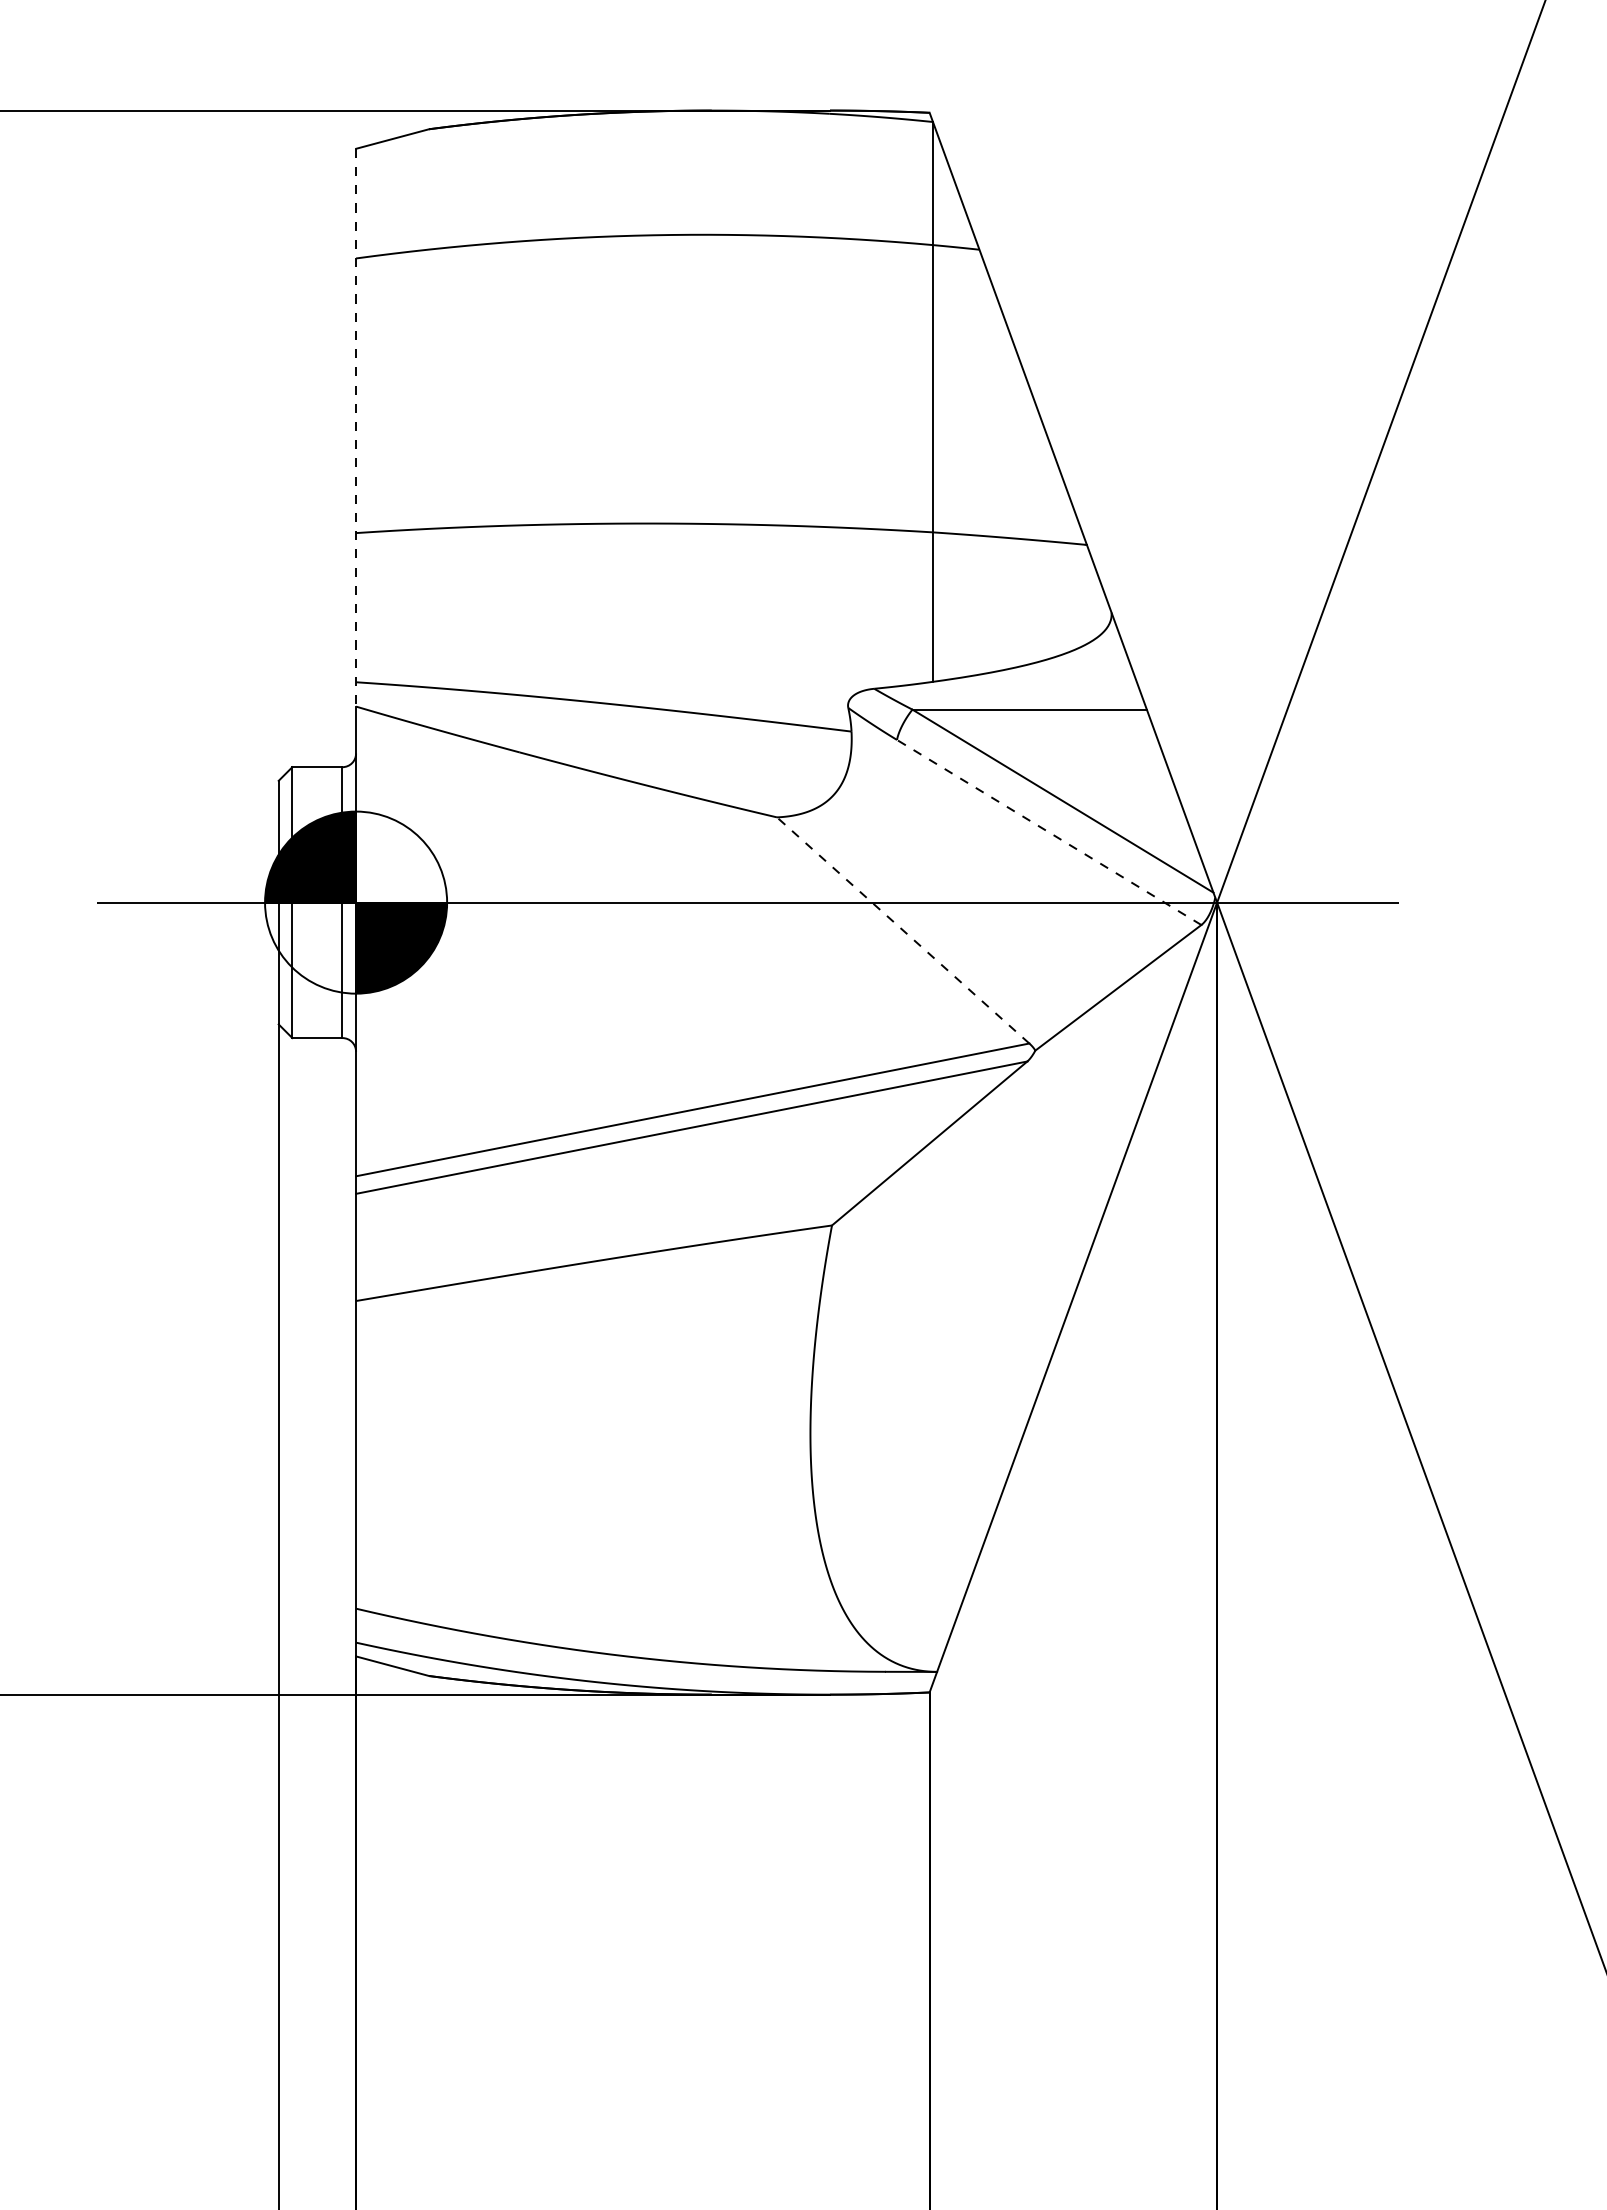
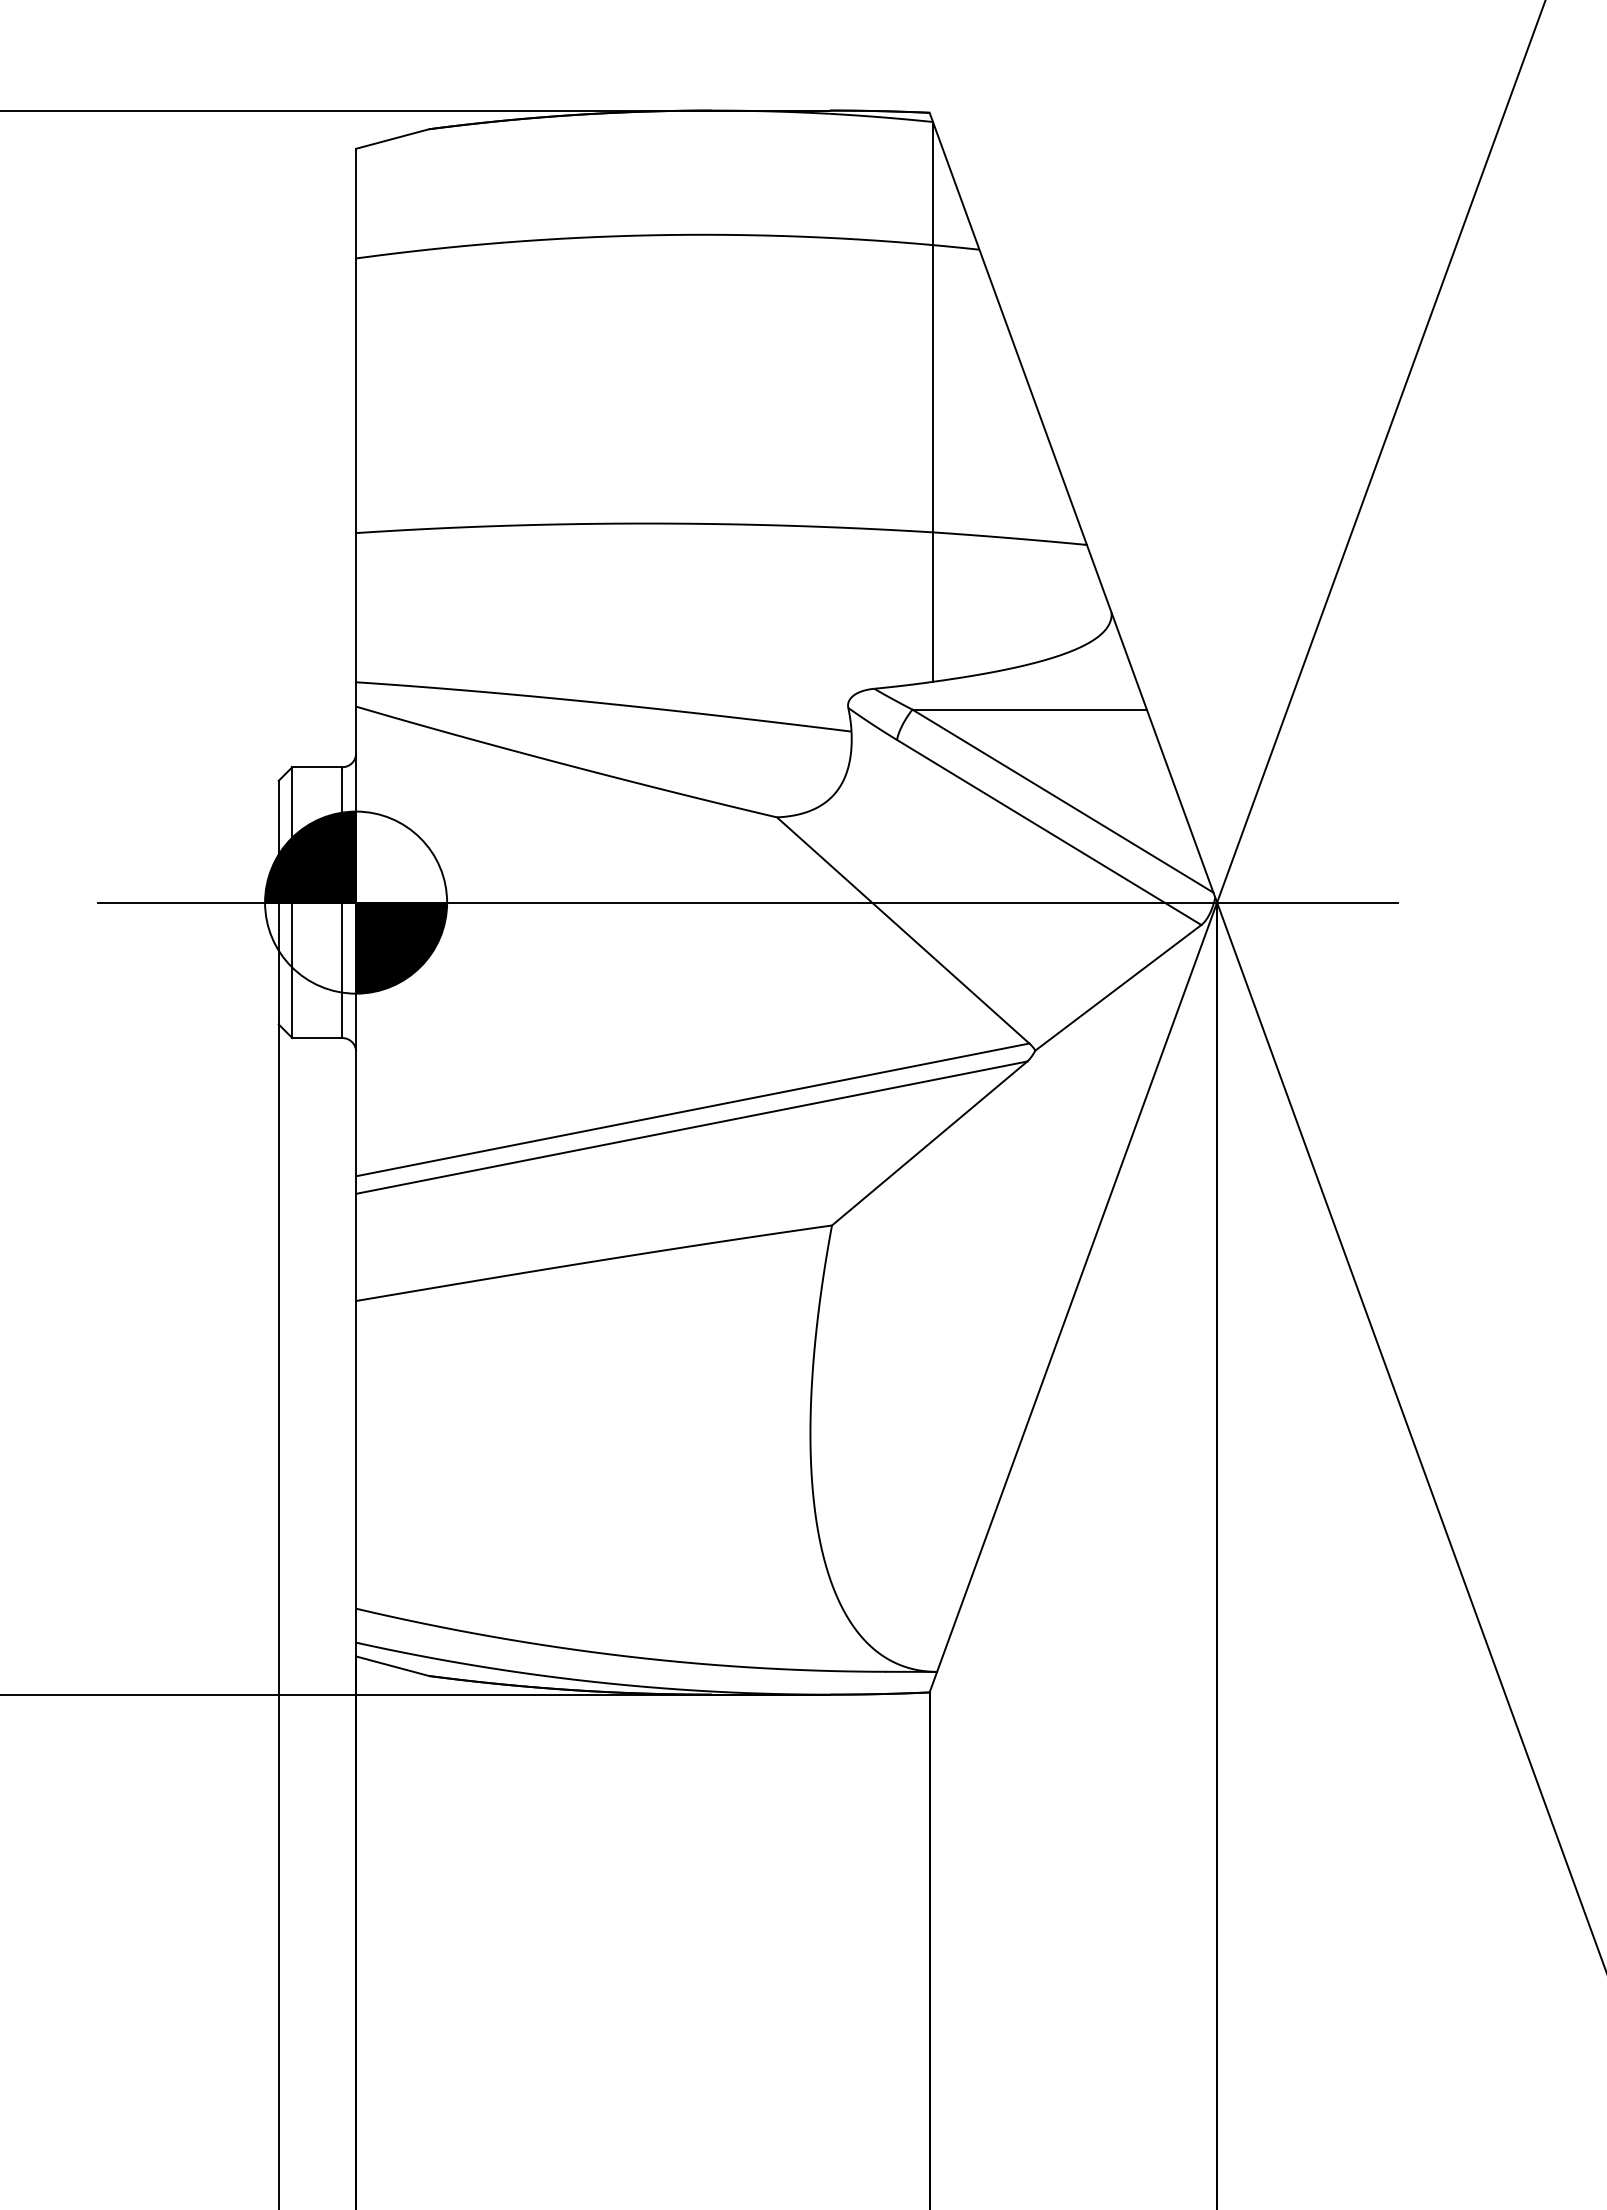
line at (356, 427): dashed -> solid
line at (1048, 832): dashed -> solid
line at (902, 930): dashed -> solid
